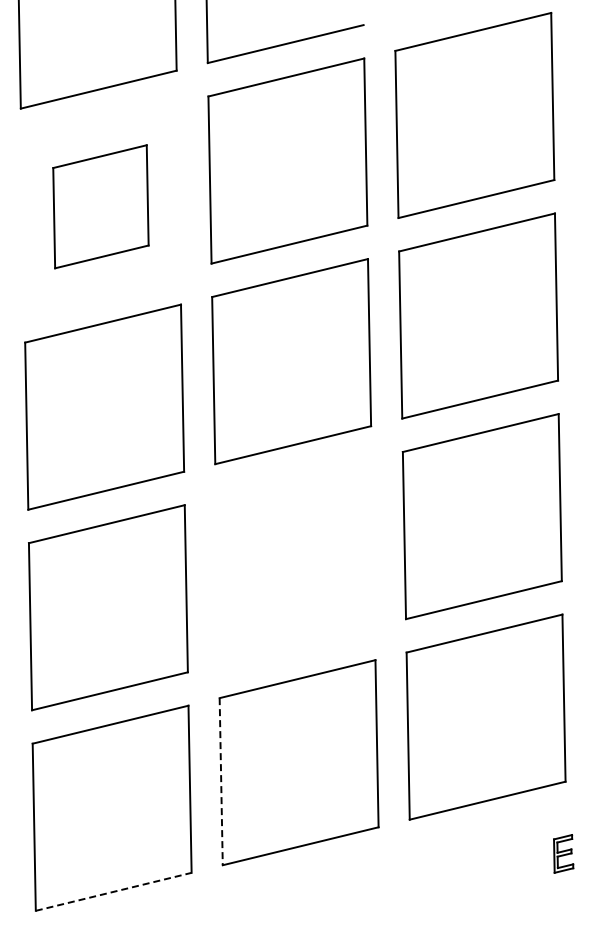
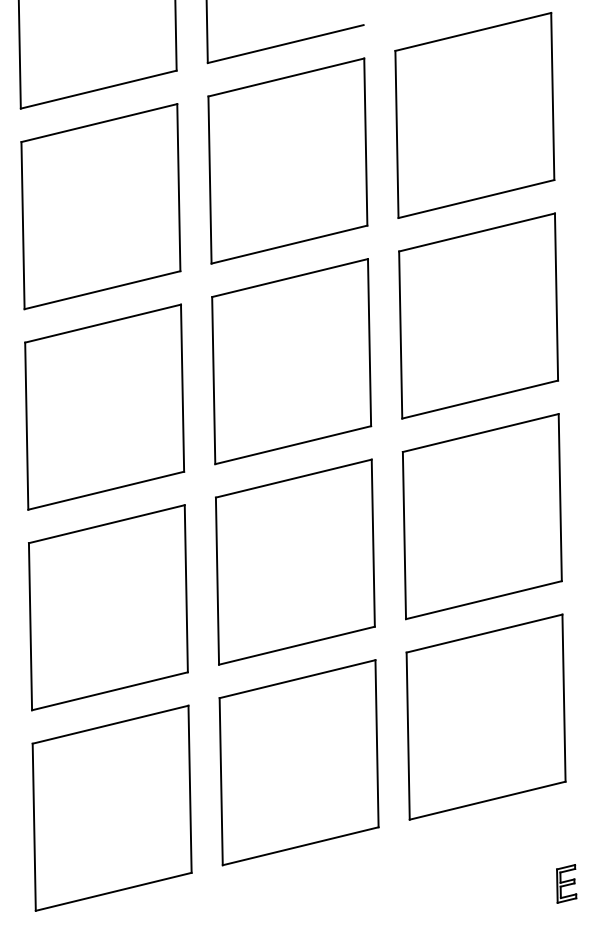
part at (100, 206) size: 98x126 px -> 162x208 px
part at (295, 561): none -> present
line at (221, 781): dashed -> solid
part at (563, 853) position: (563, 853) -> (566, 883)
line at (114, 891): dashed -> solid
